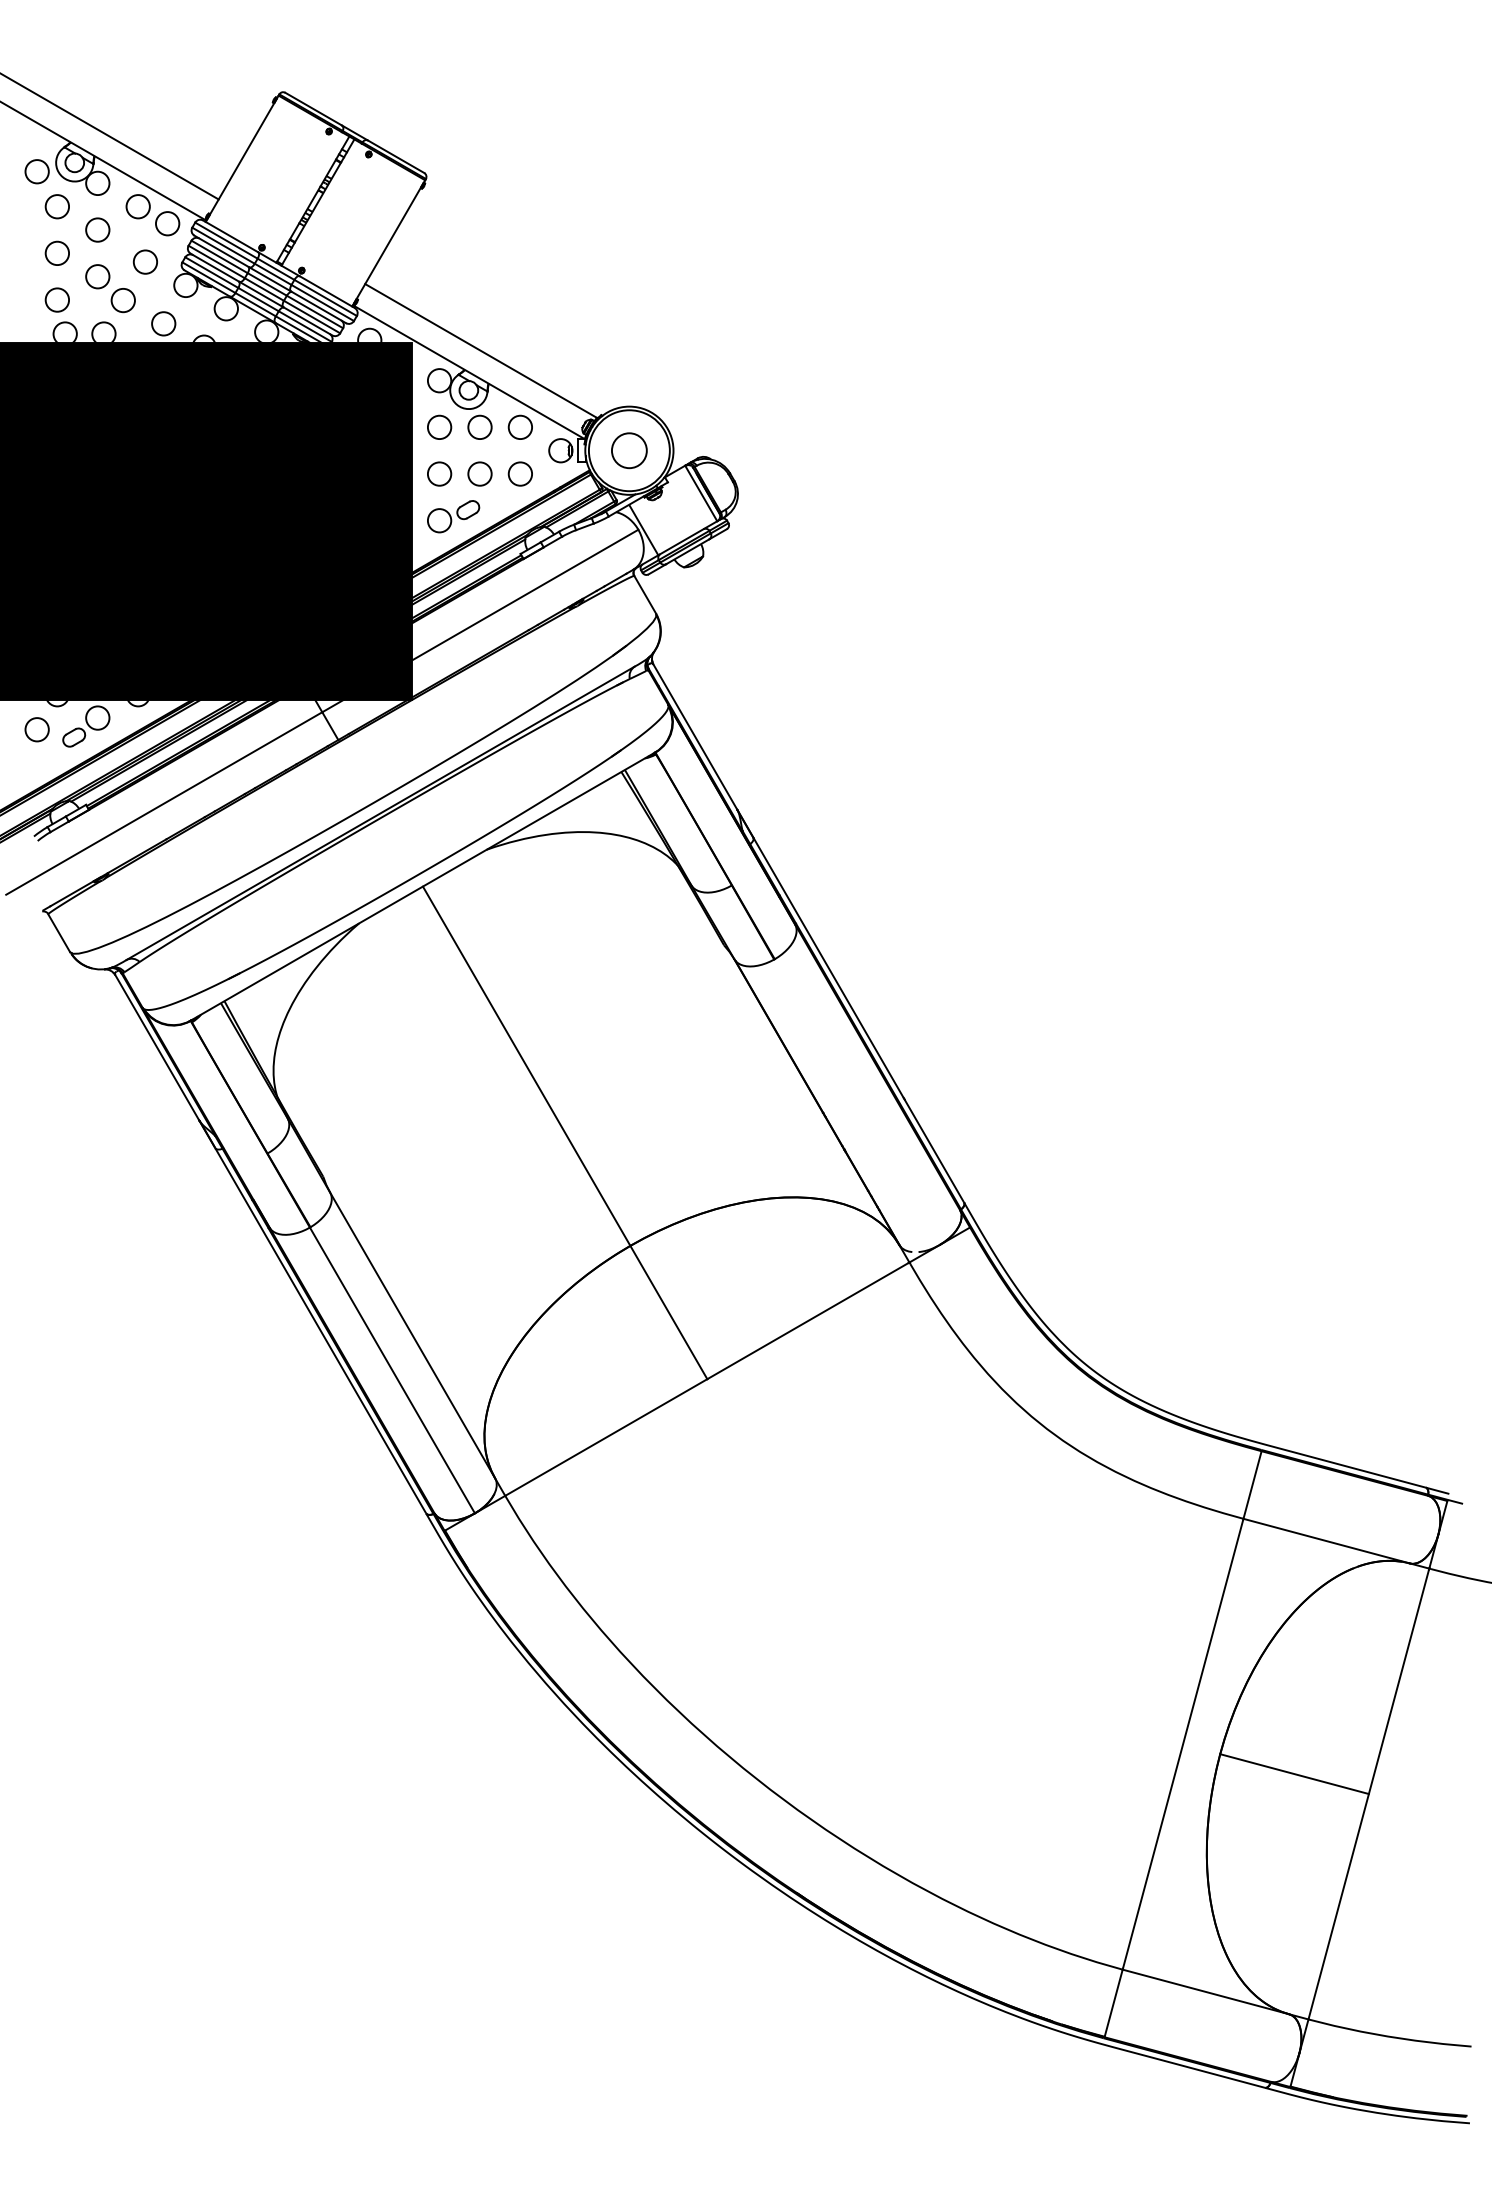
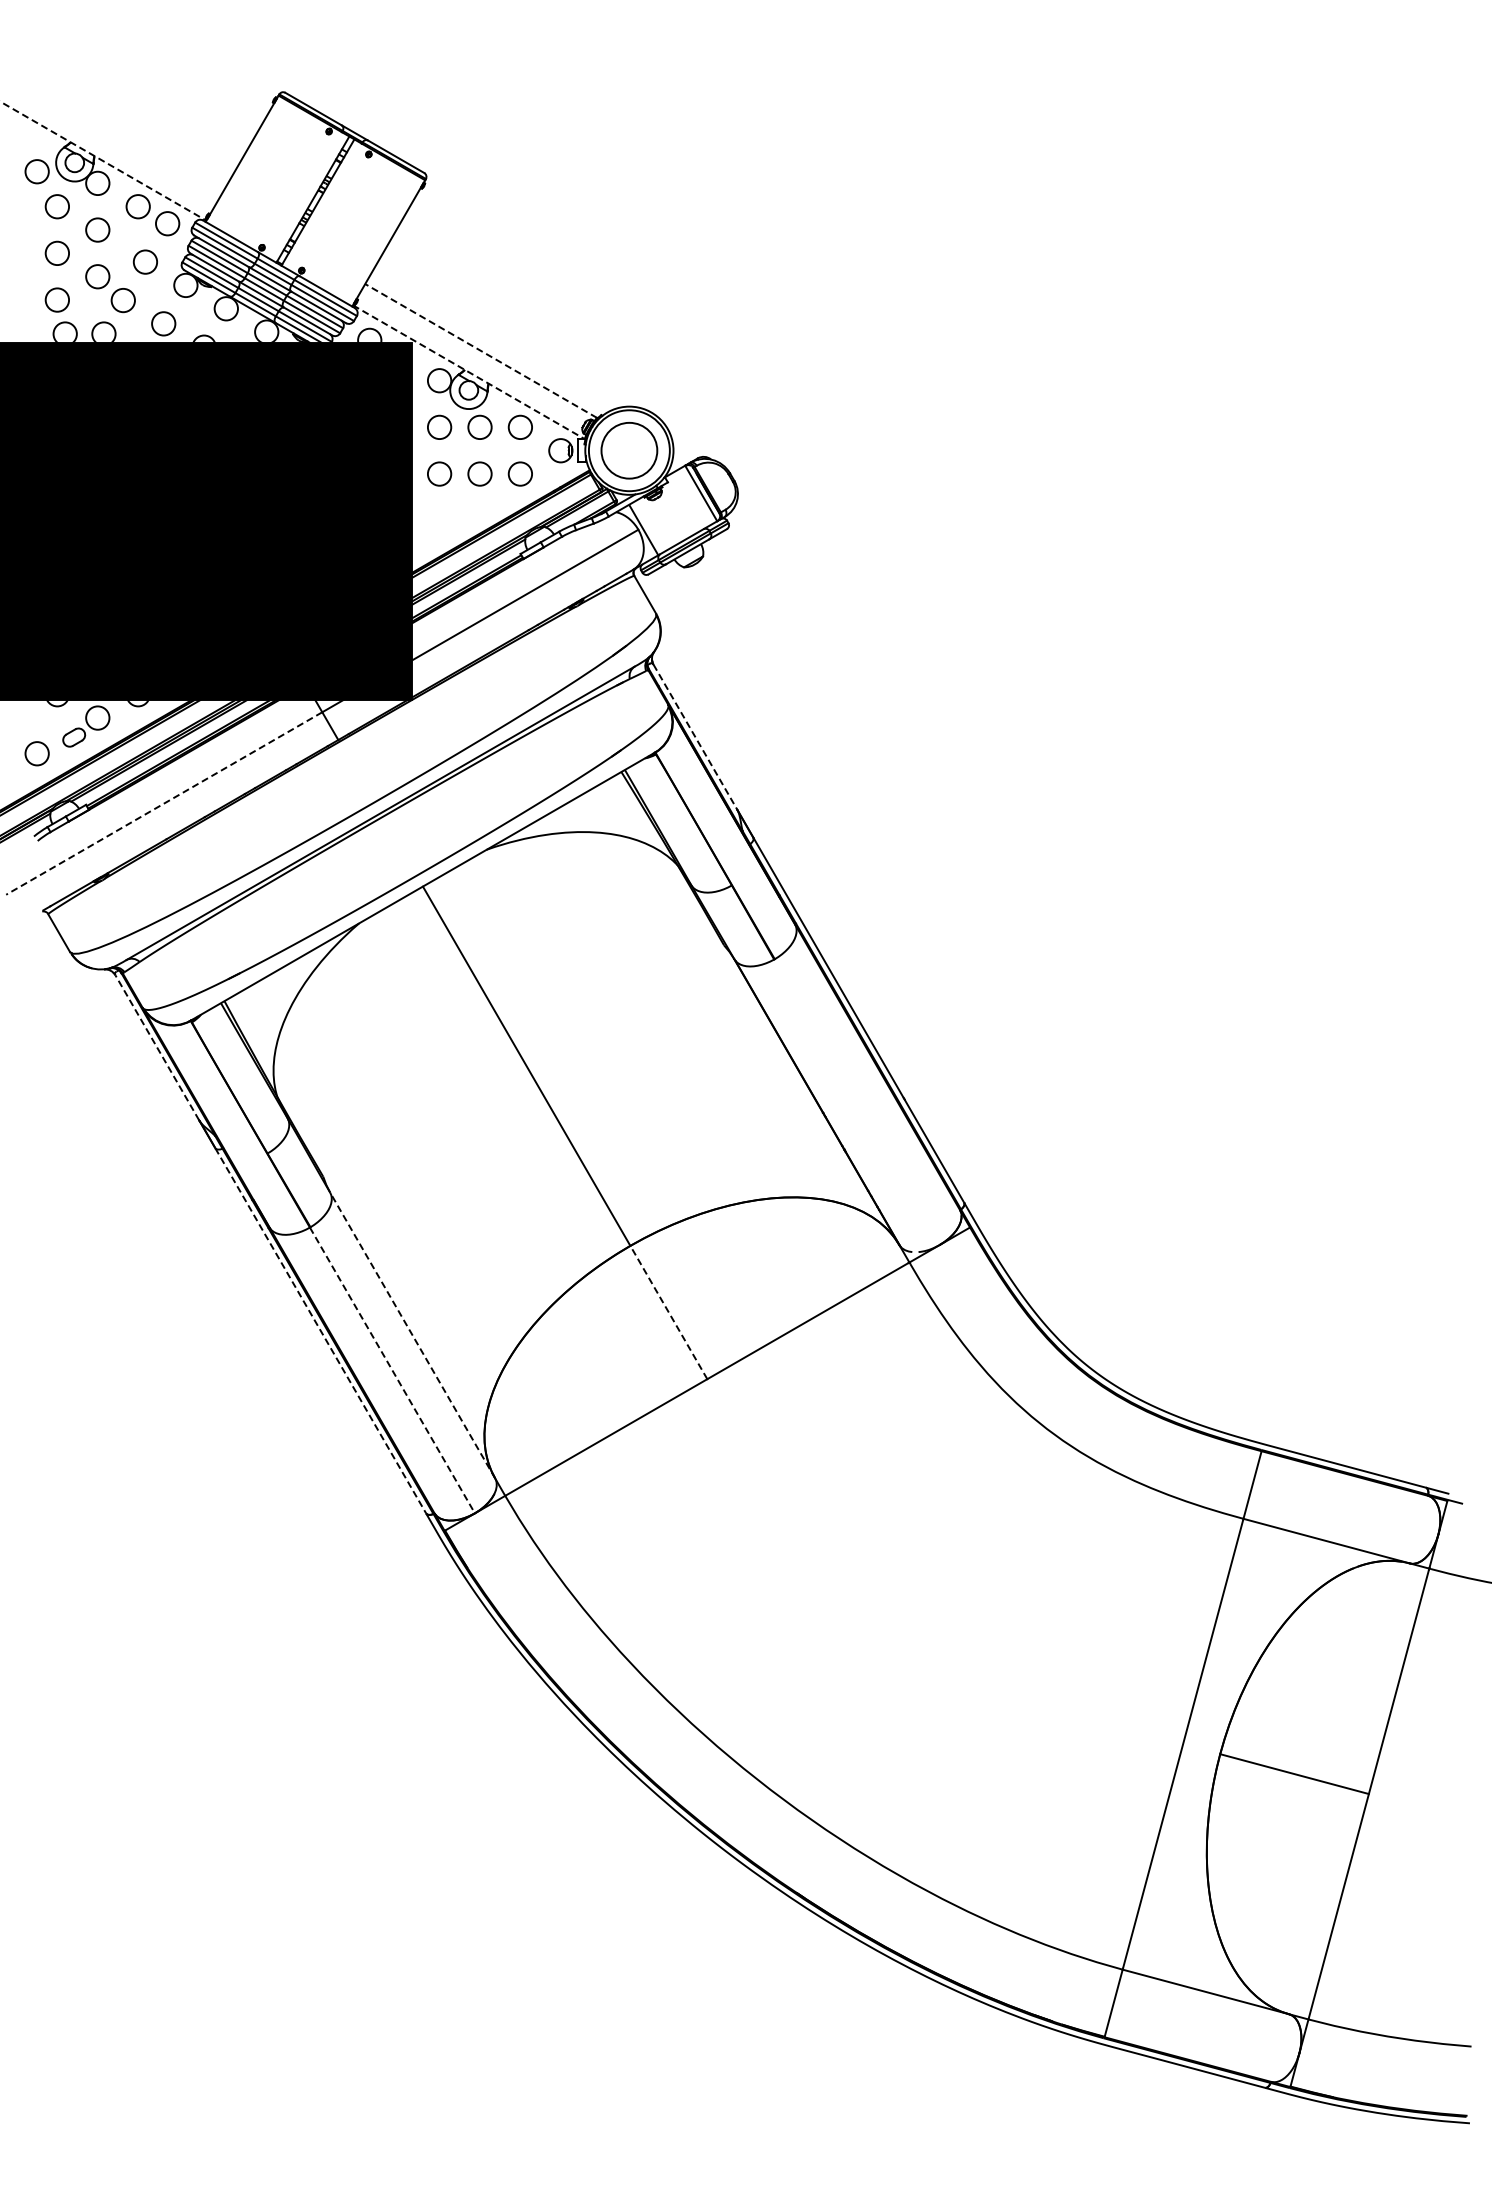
line at (110, 136): present -> none
line at (103, 161): solid -> dashed
line at (481, 350): solid -> dashed
line at (468, 372): solid -> dashed
circle at (628, 450) diameter: 35 px -> 56 px
part at (453, 516): present -> none
circle at (36, 729) position: (36, 729) -> (36, 753)
line at (695, 737): solid -> dashed
line at (164, 803): solid -> dashed
line at (157, 1047): solid -> dashed
line at (668, 1312): solid -> dashed
line at (320, 1330): solid -> dashed
line at (412, 1335): solid -> dashed
line at (392, 1370): solid -> dashed
